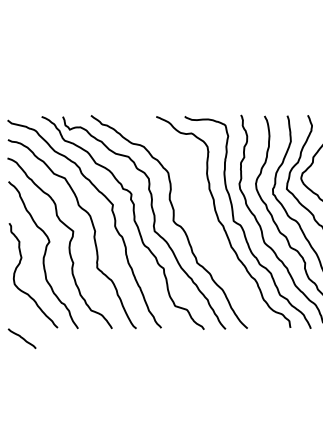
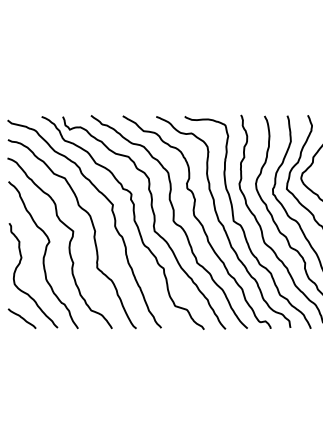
curve at (197, 220): none -> present
line at (21, 338) position: (21, 338) -> (21, 318)
